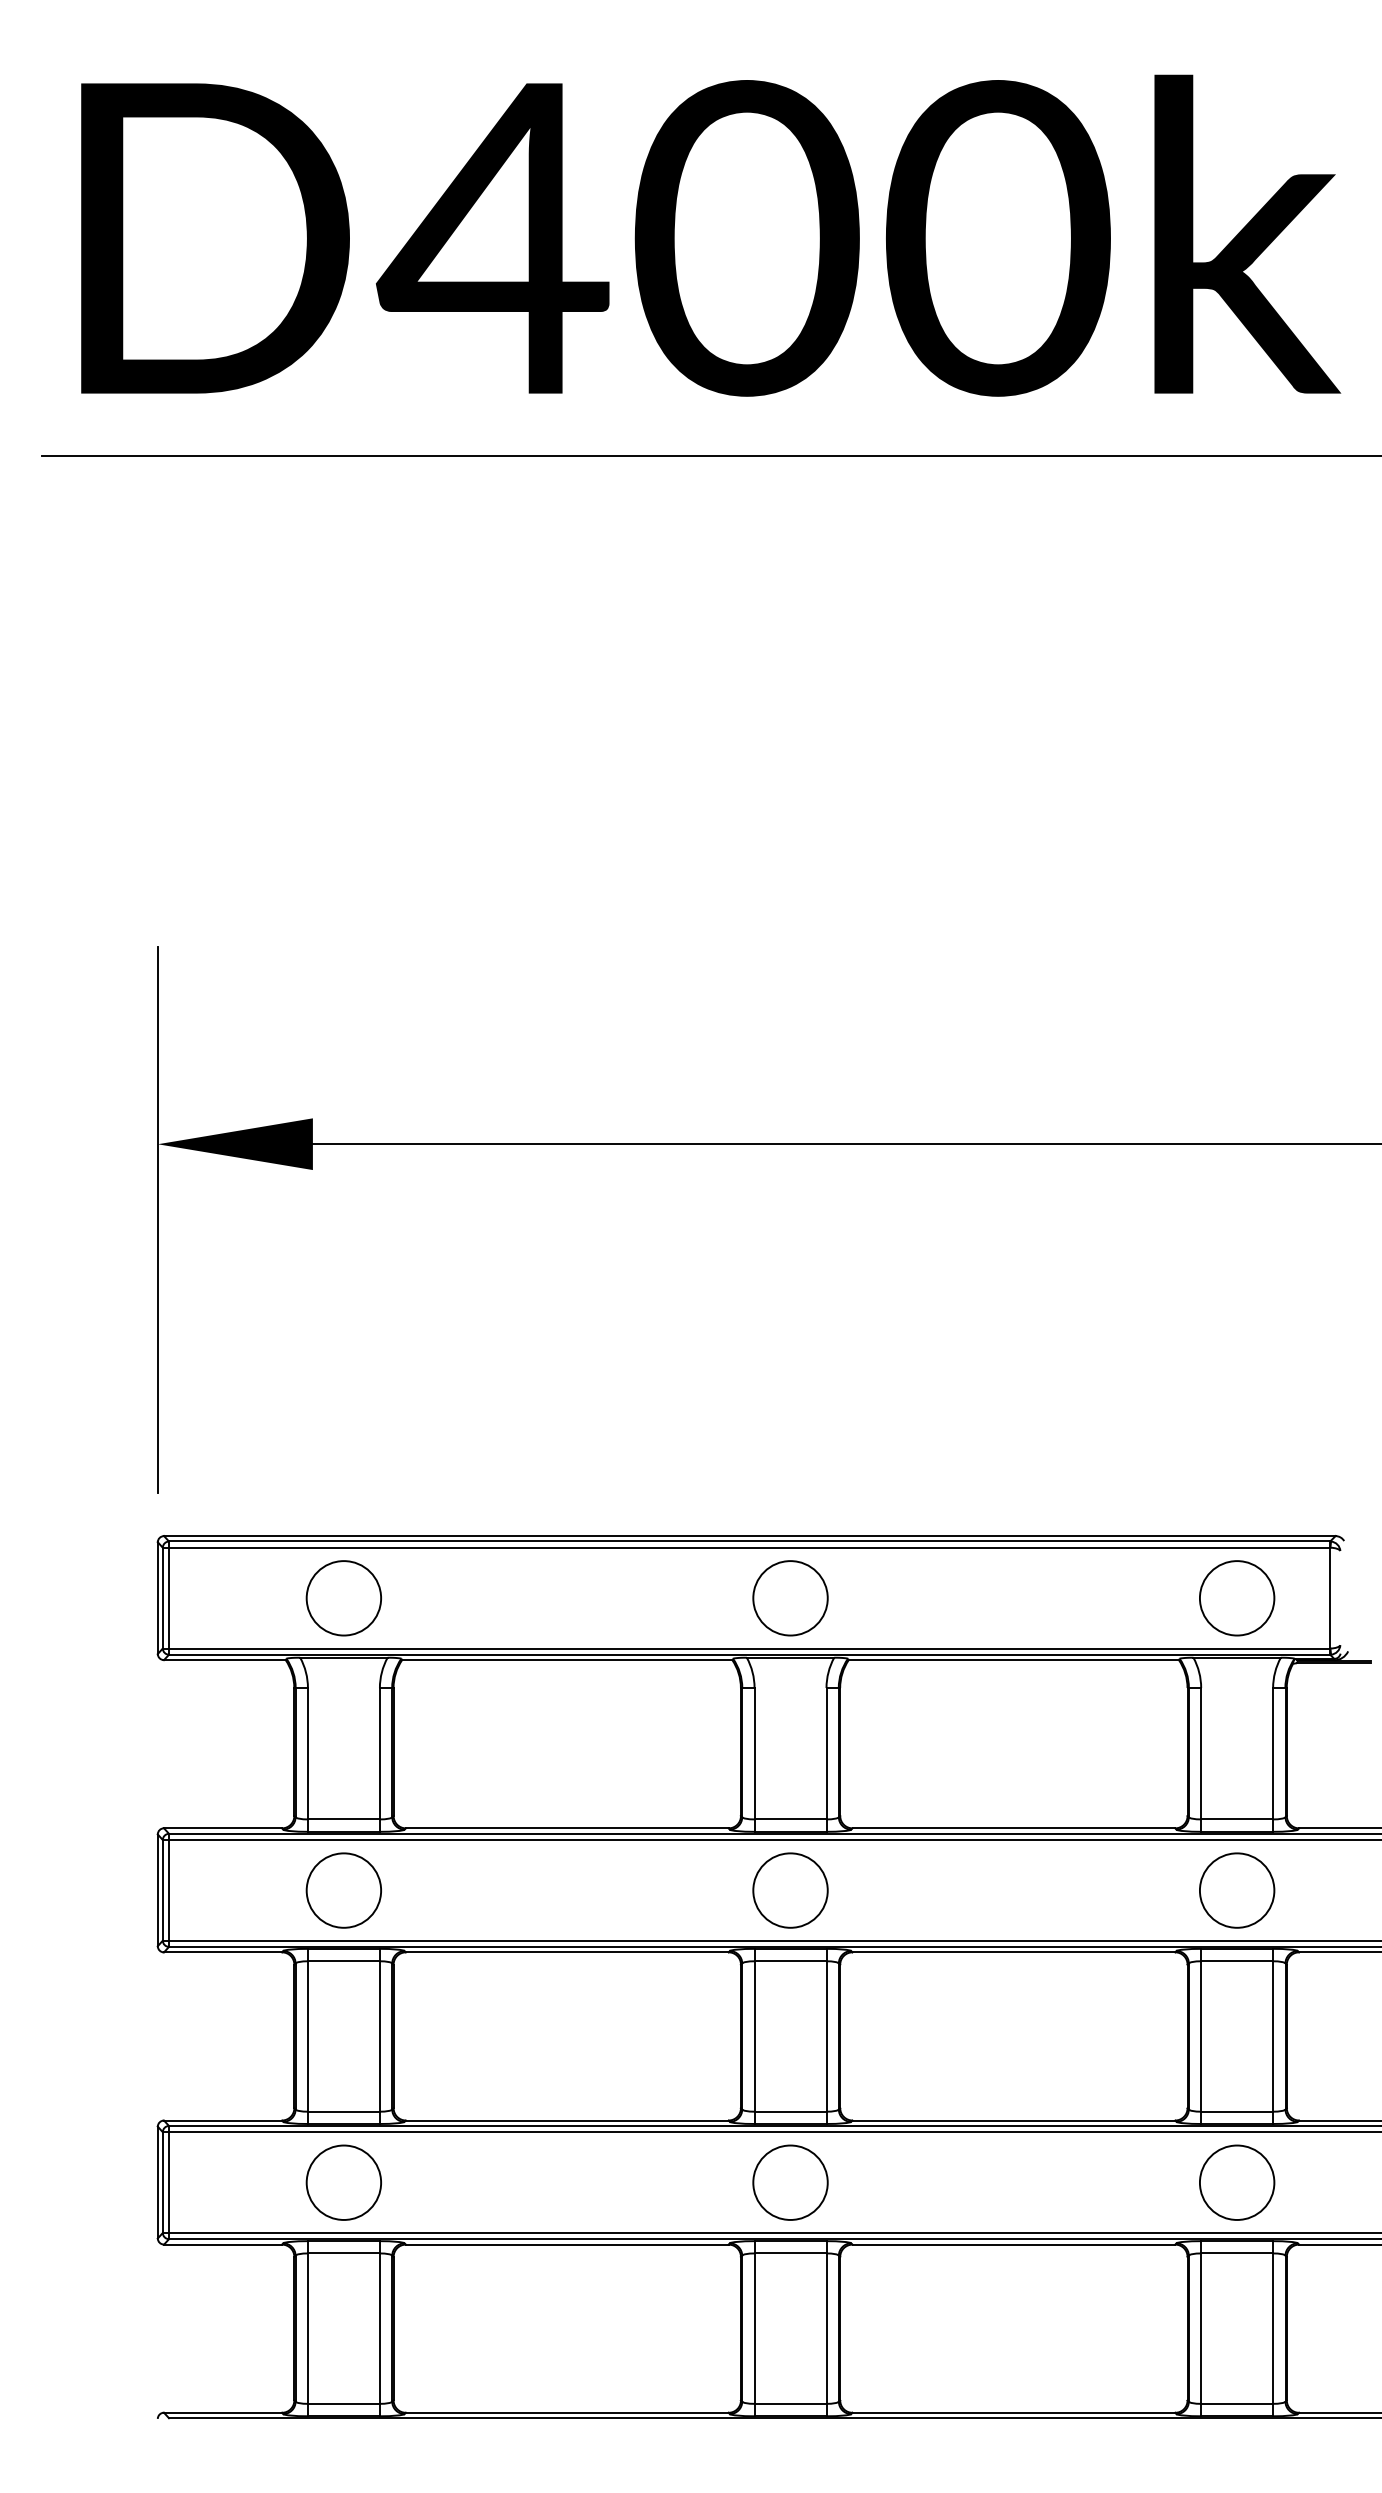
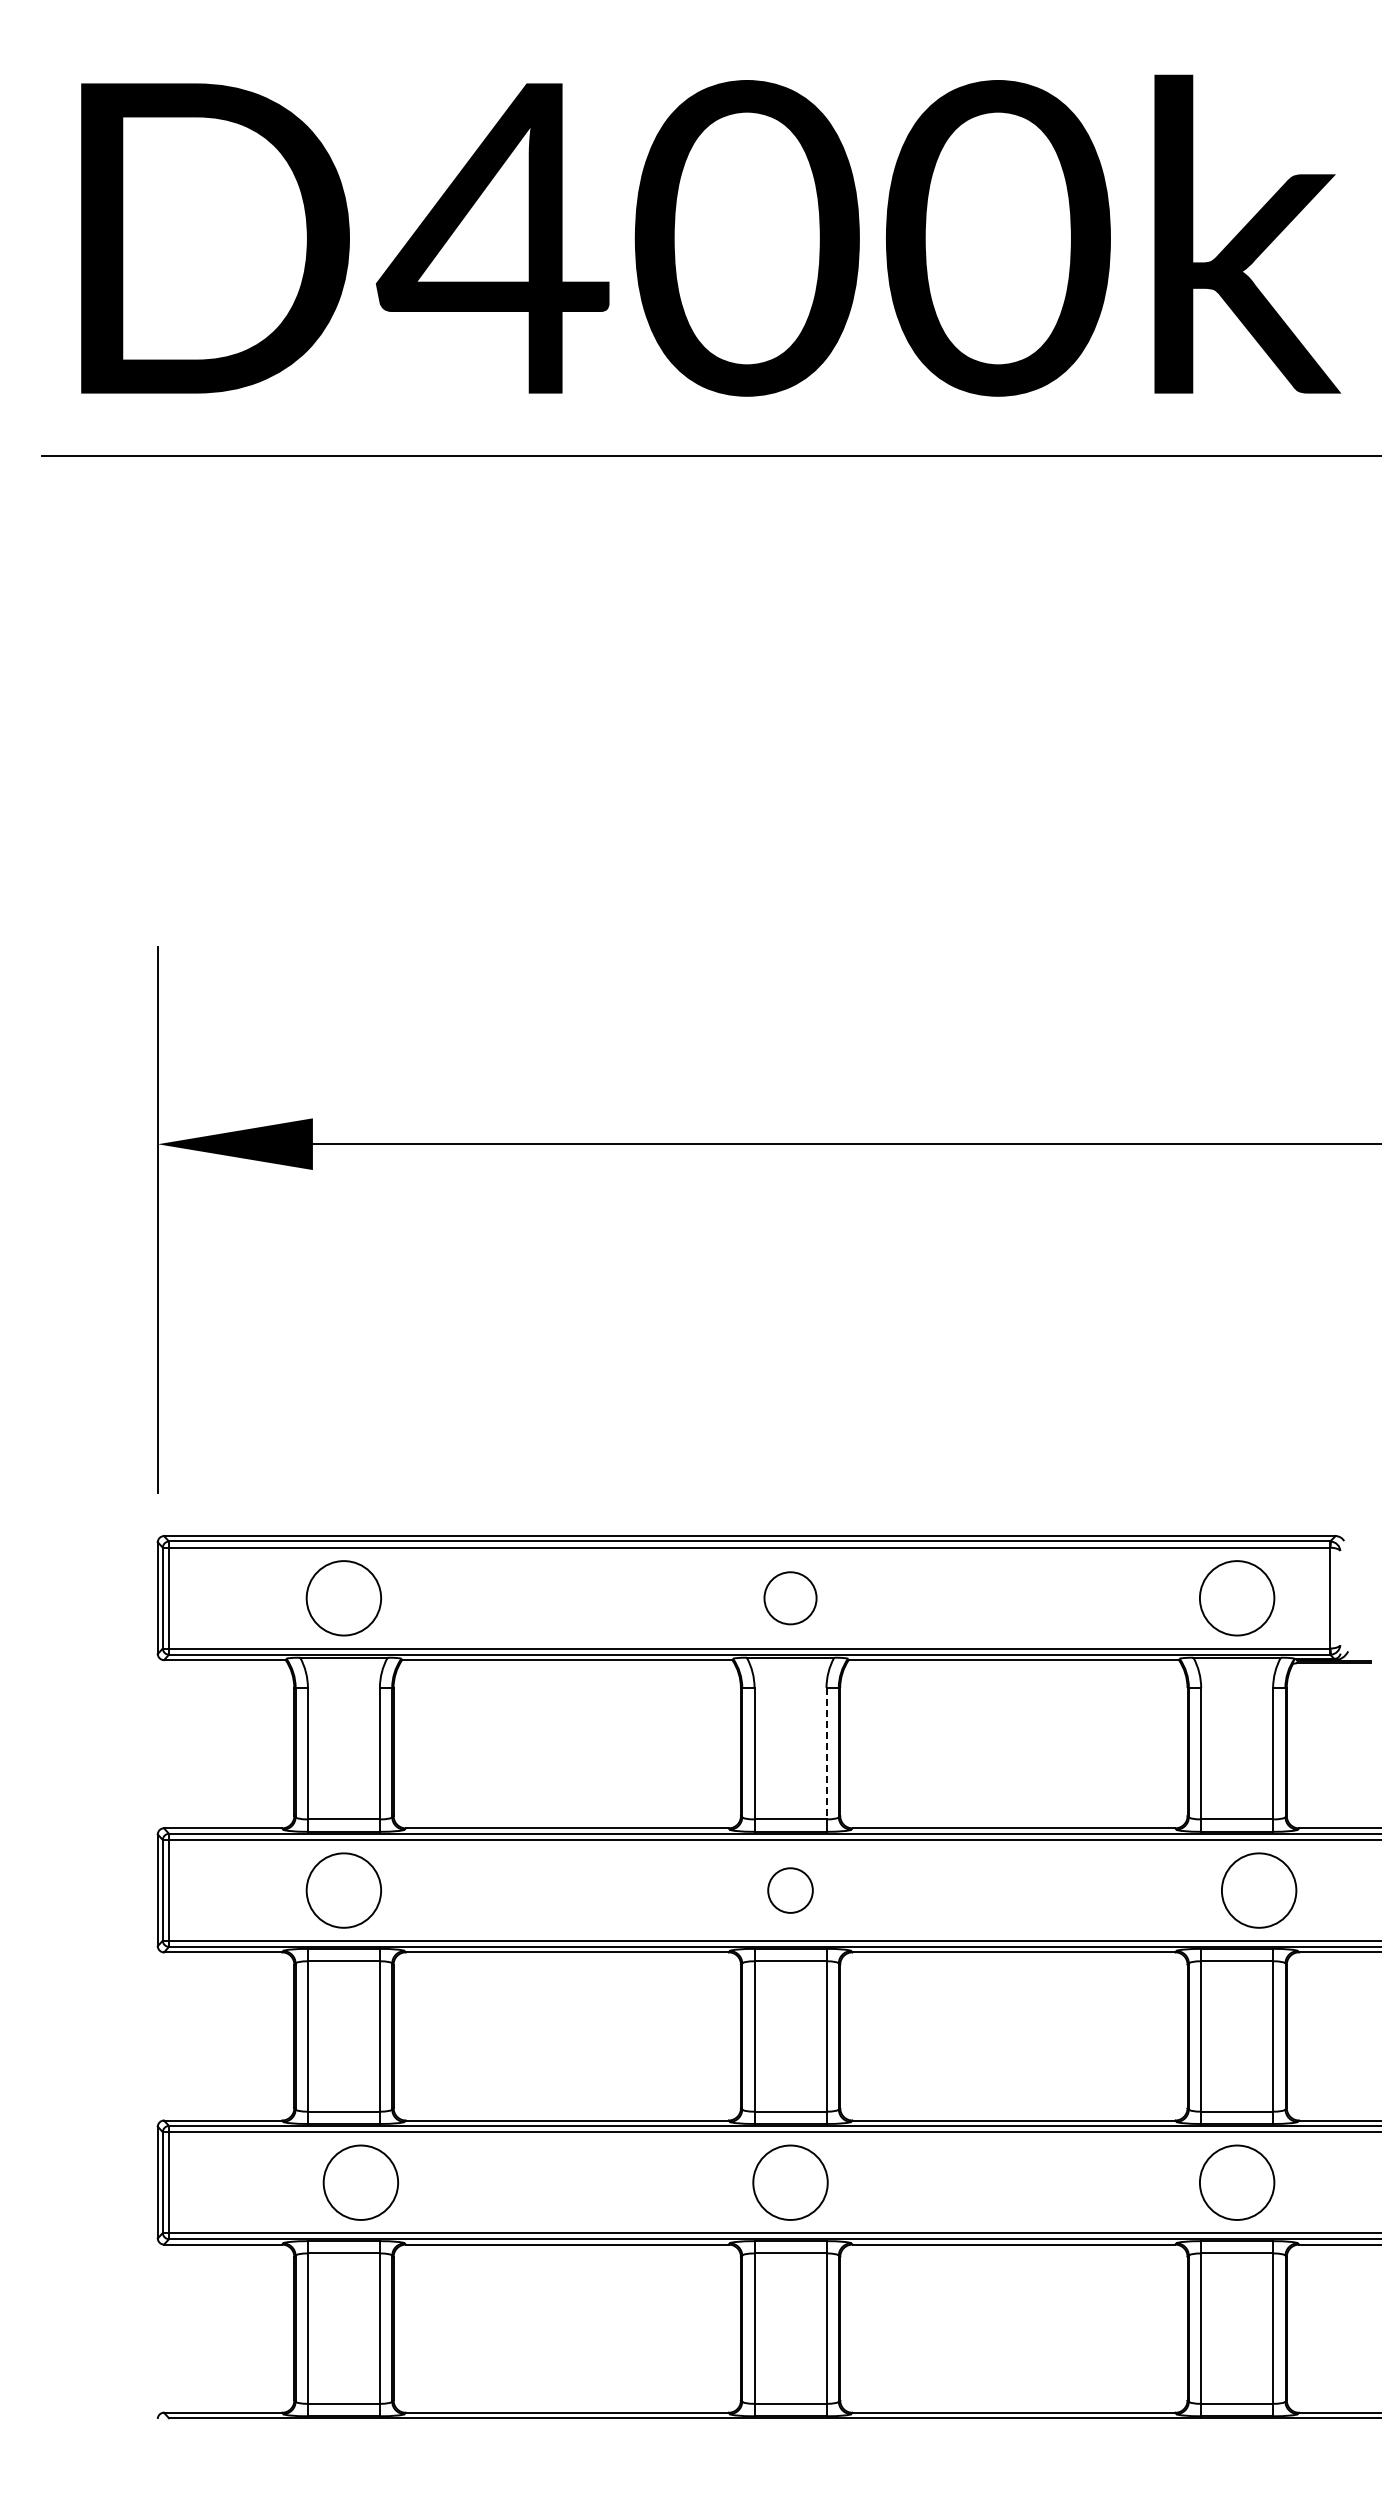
circle at (790, 1598) diameter: 74 px -> 52 px
line at (826, 1753): solid -> dashed
circle at (790, 1890) diameter: 74 px -> 45 px
circle at (1237, 1890) position: (1237, 1890) -> (1259, 1890)
circle at (343, 2182) position: (343, 2182) -> (360, 2182)
